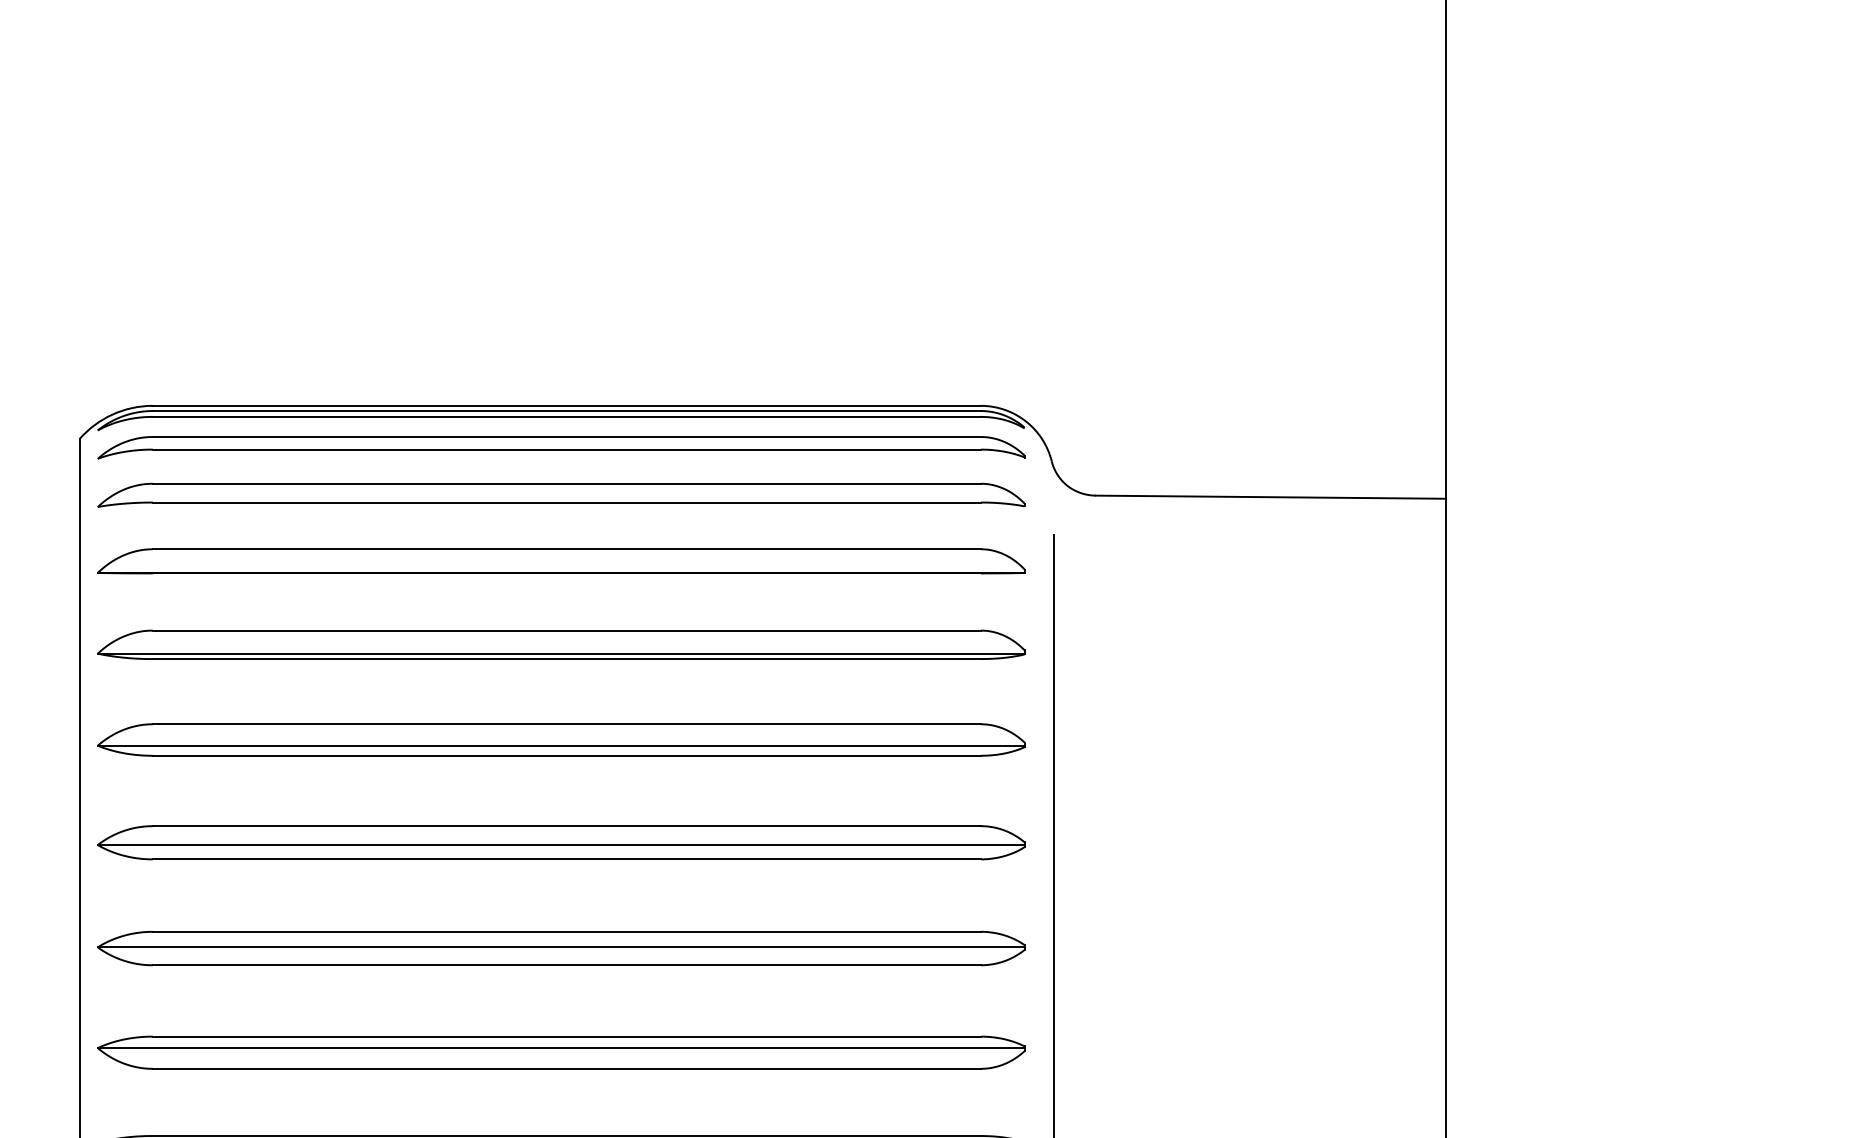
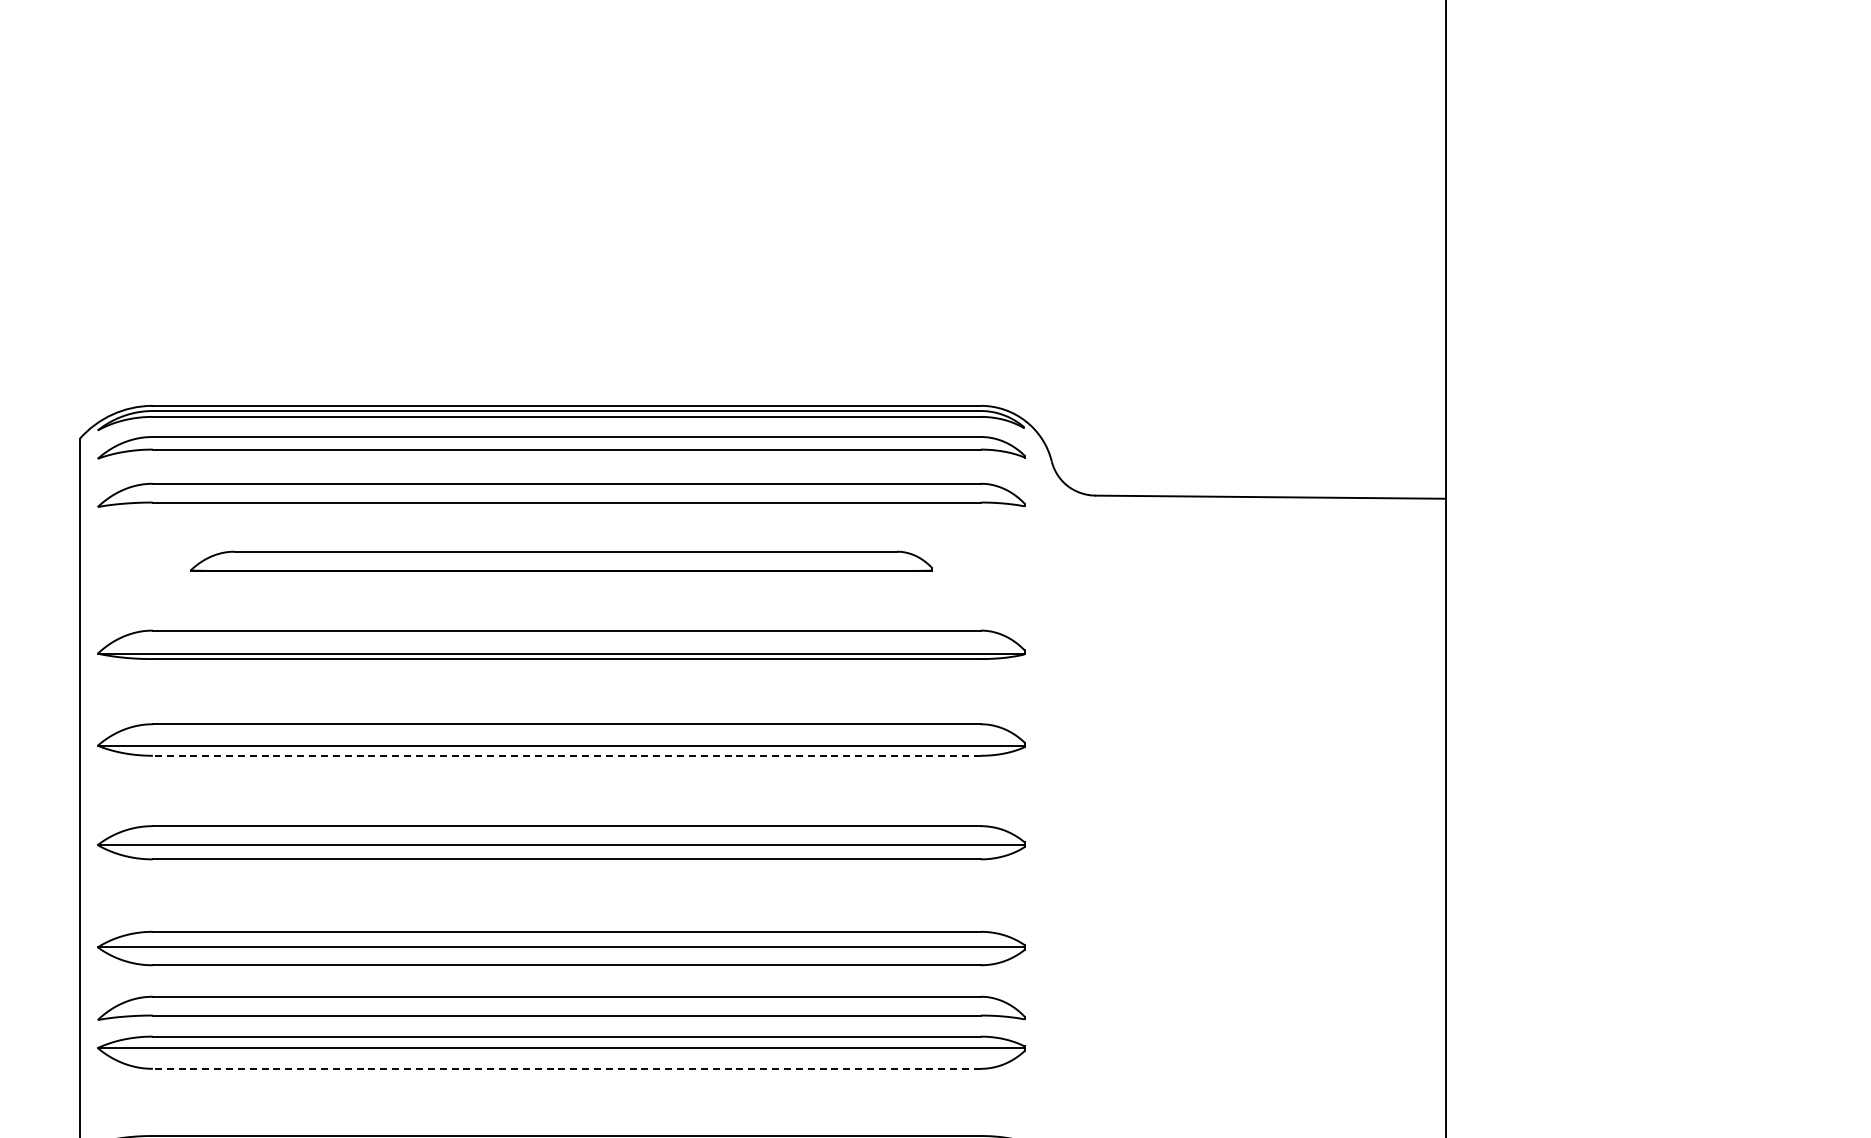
part at (561, 561) size: 929x27 px -> 743x22 px
line at (566, 755): solid -> dashed
line at (1053, 834): present -> none
part at (561, 1007): none -> present
line at (566, 1068): solid -> dashed
